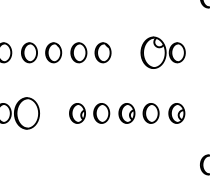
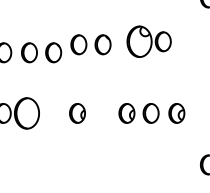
part at (90, 52) position: (90, 52) -> (90, 44)
part at (162, 52) position: (162, 52) -> (148, 41)
part at (101, 113): present -> none
